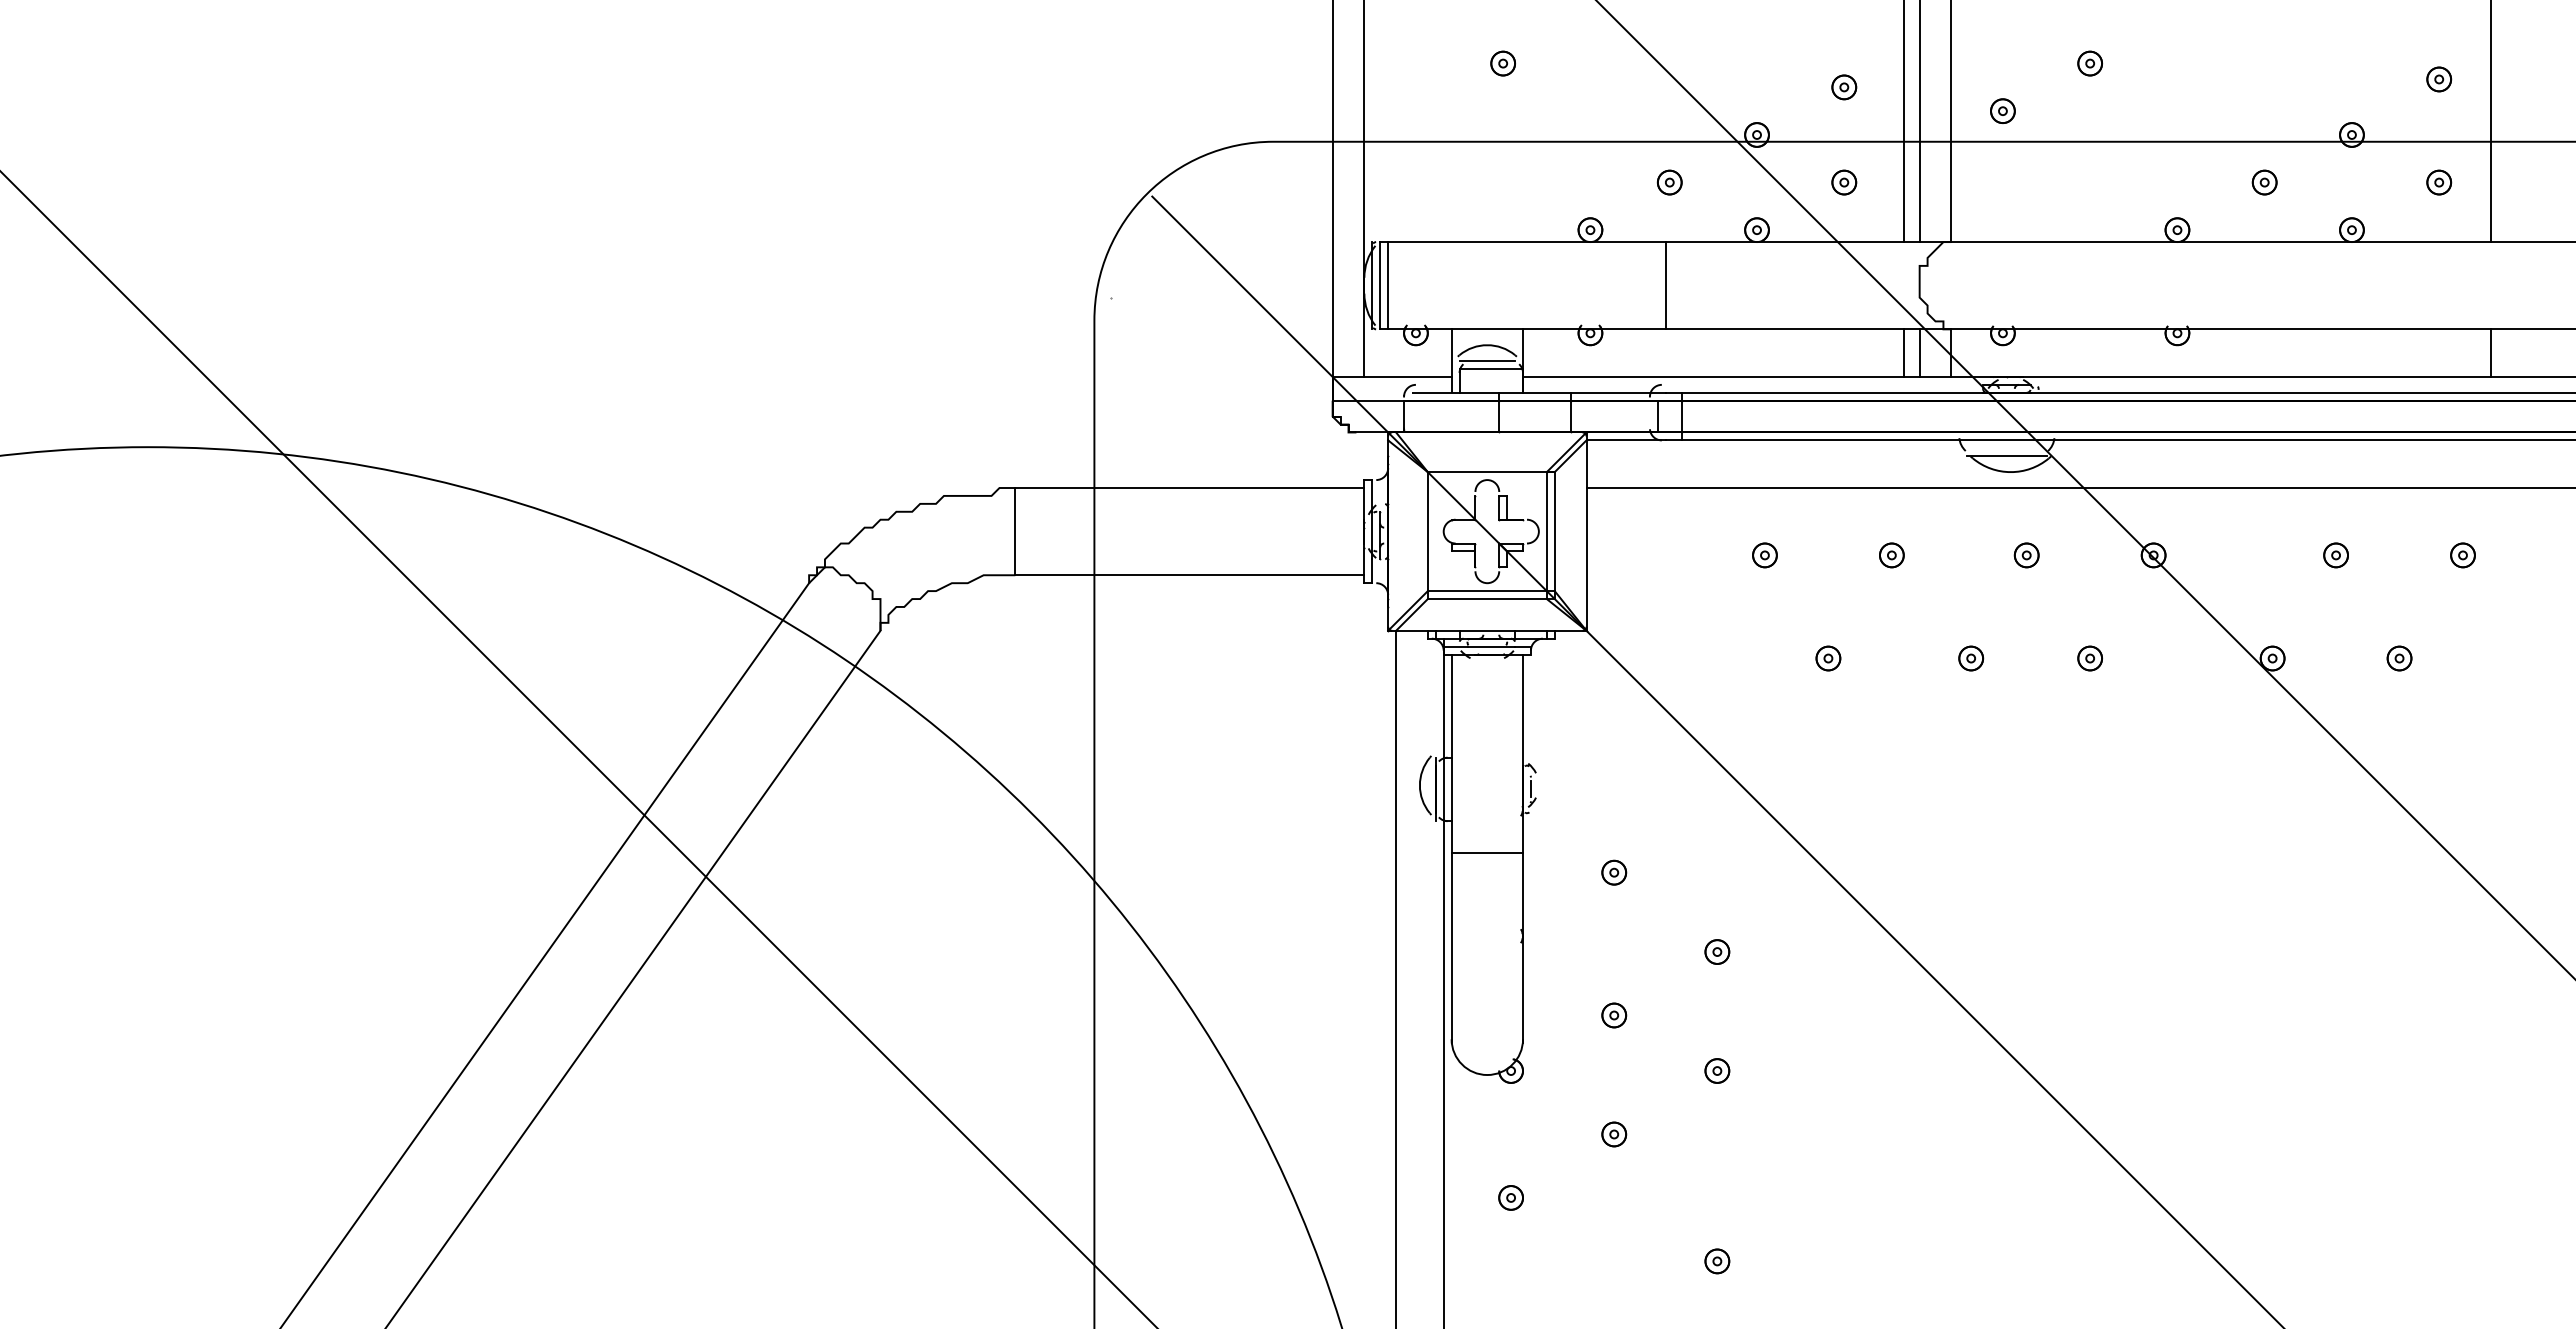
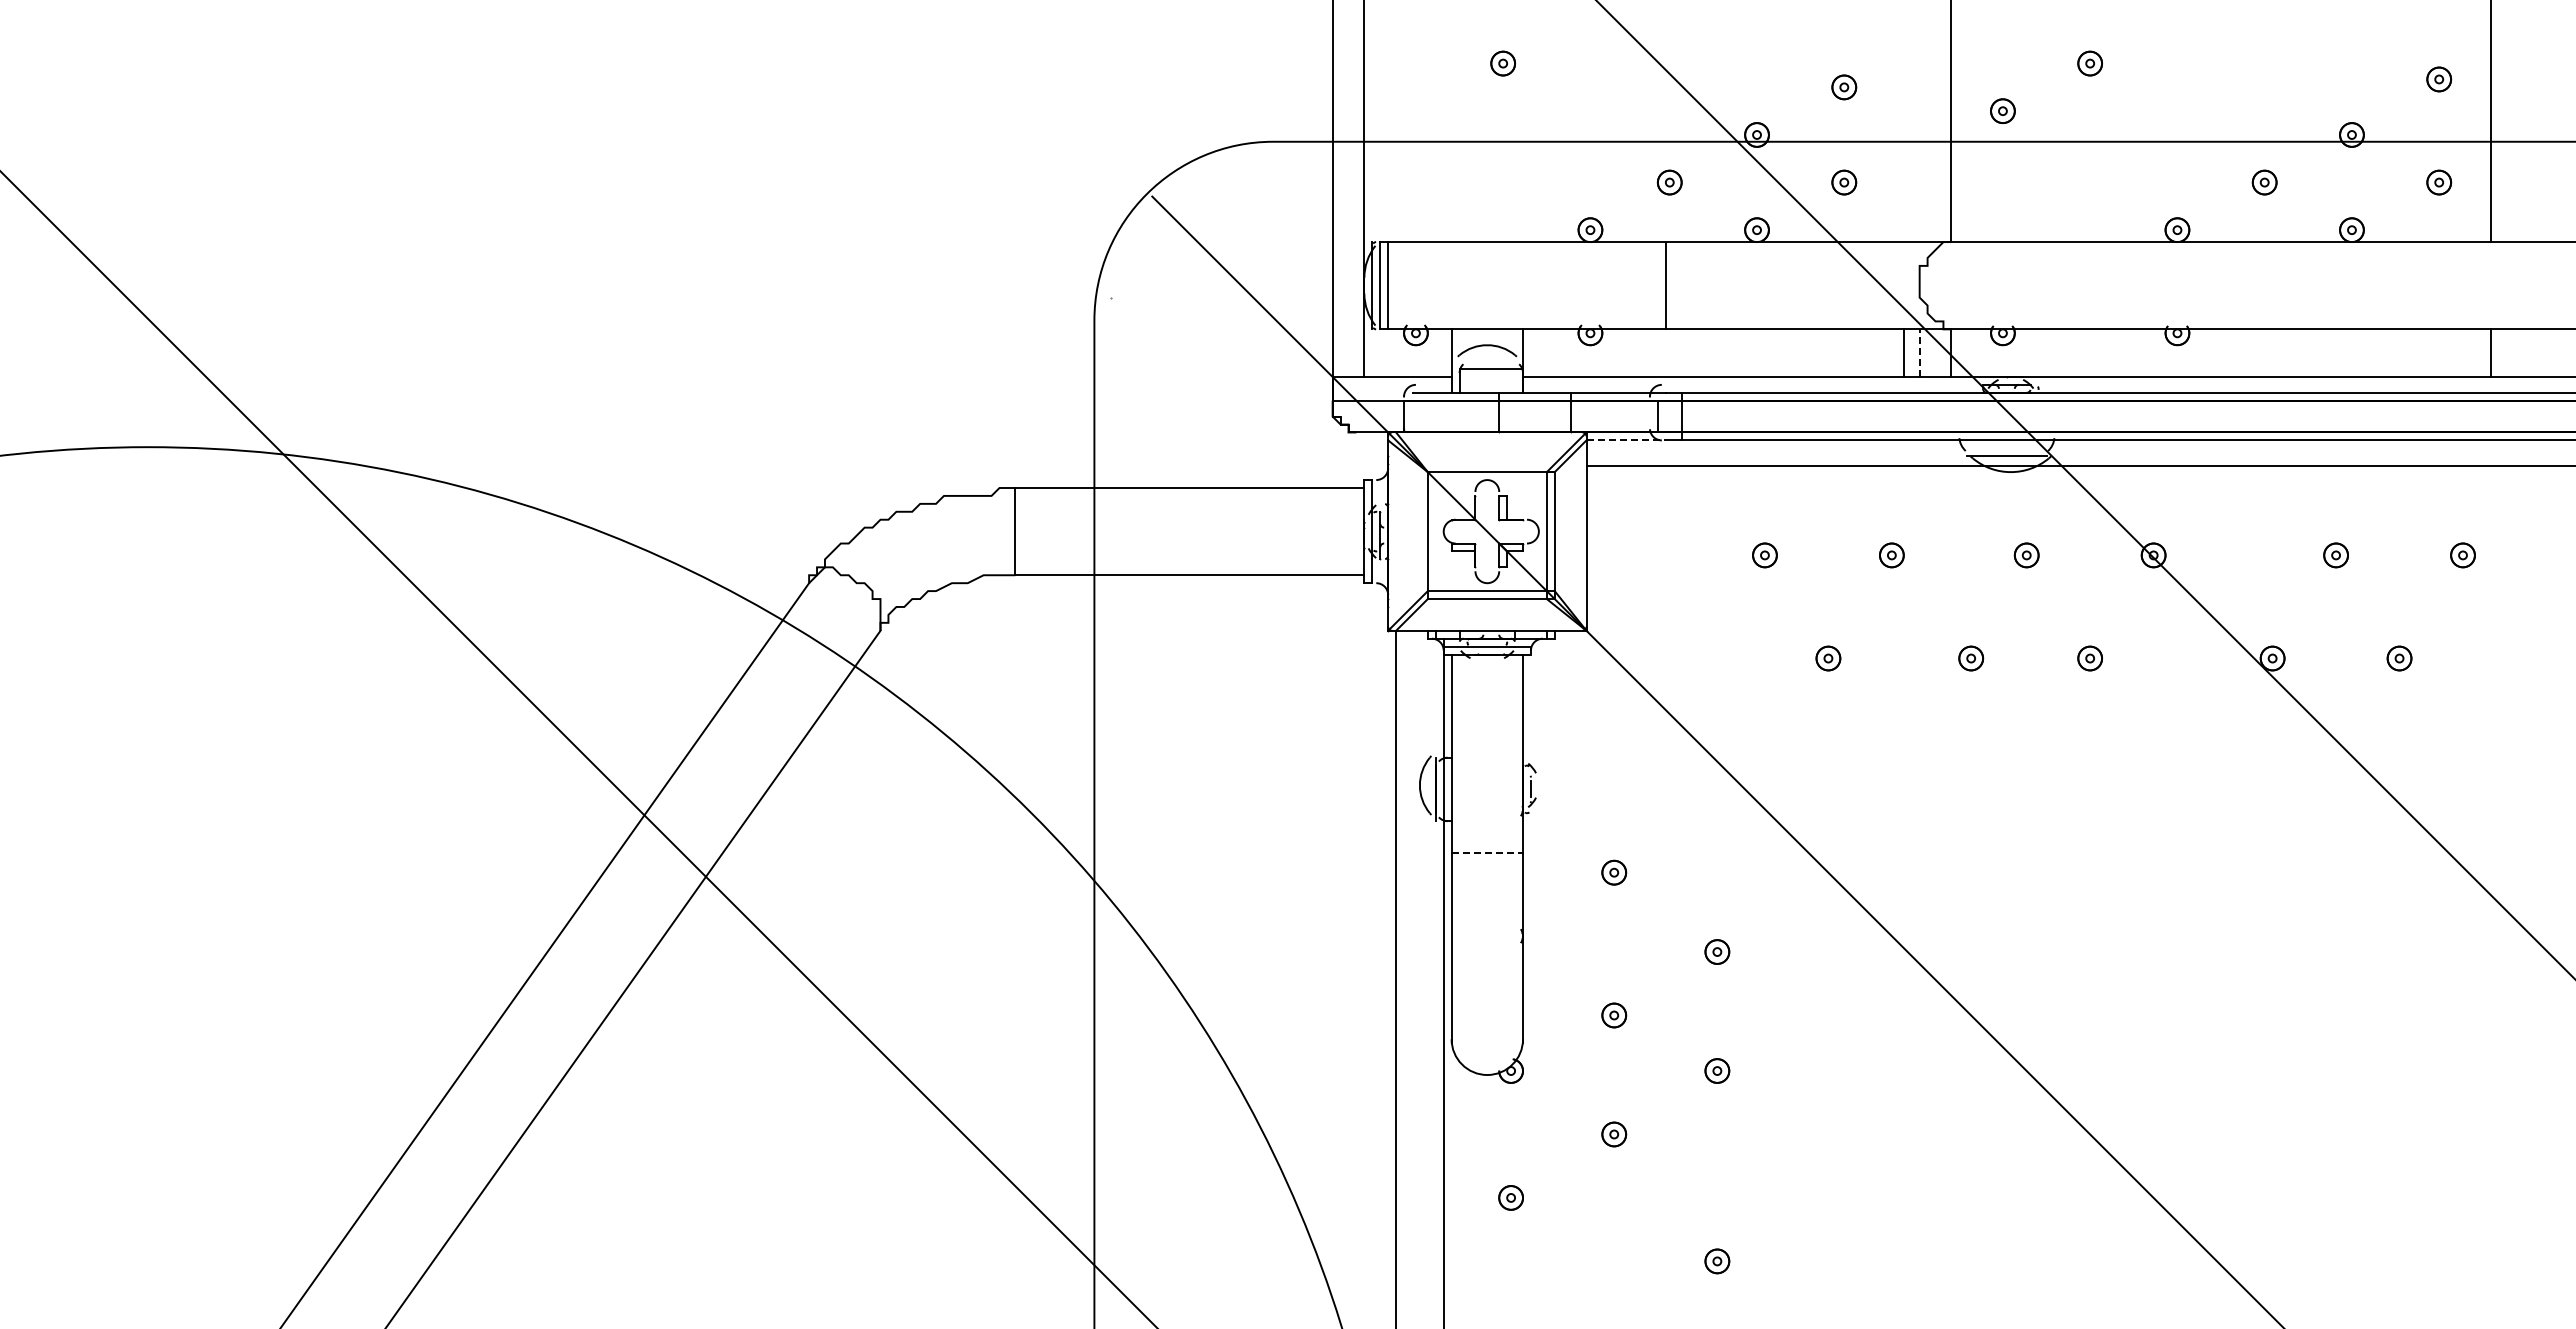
line at (1903, 122): present -> none
line at (1919, 122): present -> none
line at (1919, 353): solid -> dashed
line at (1487, 361): present -> none
line at (1626, 440): solid -> dashed
line at (2079, 488) position: (2079, 488) -> (2079, 466)
line at (1487, 852): solid -> dashed
